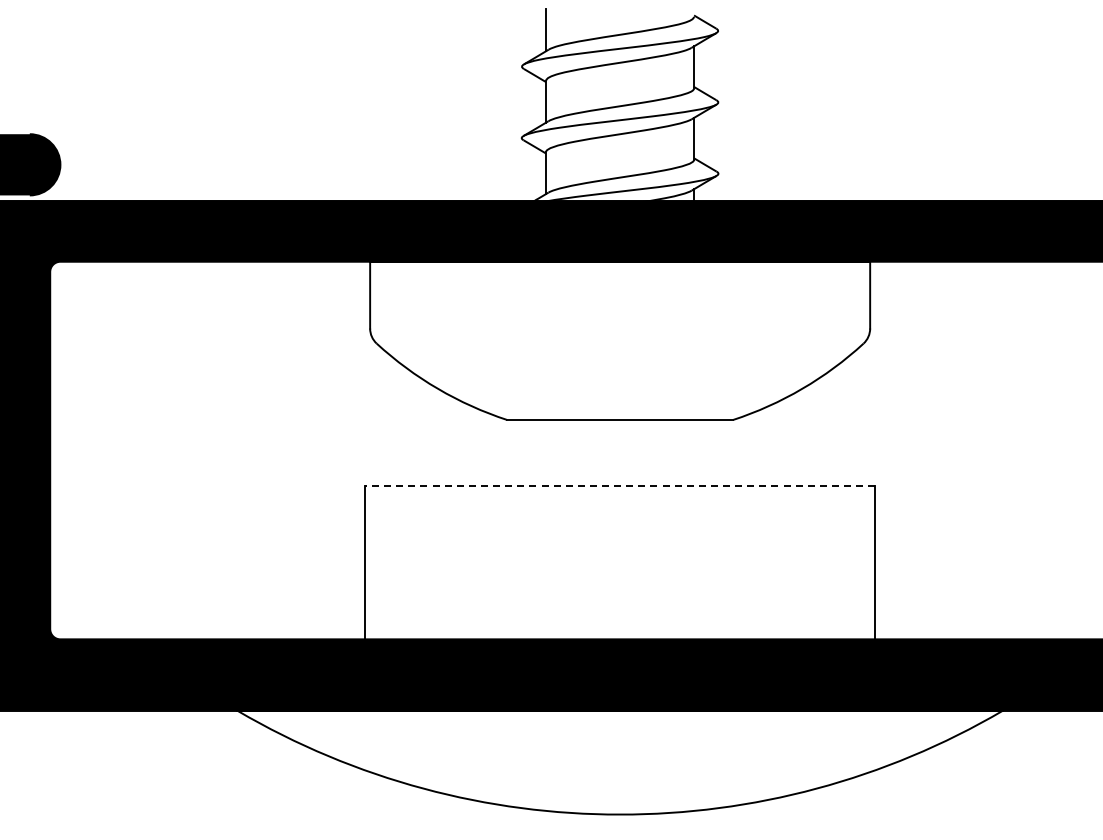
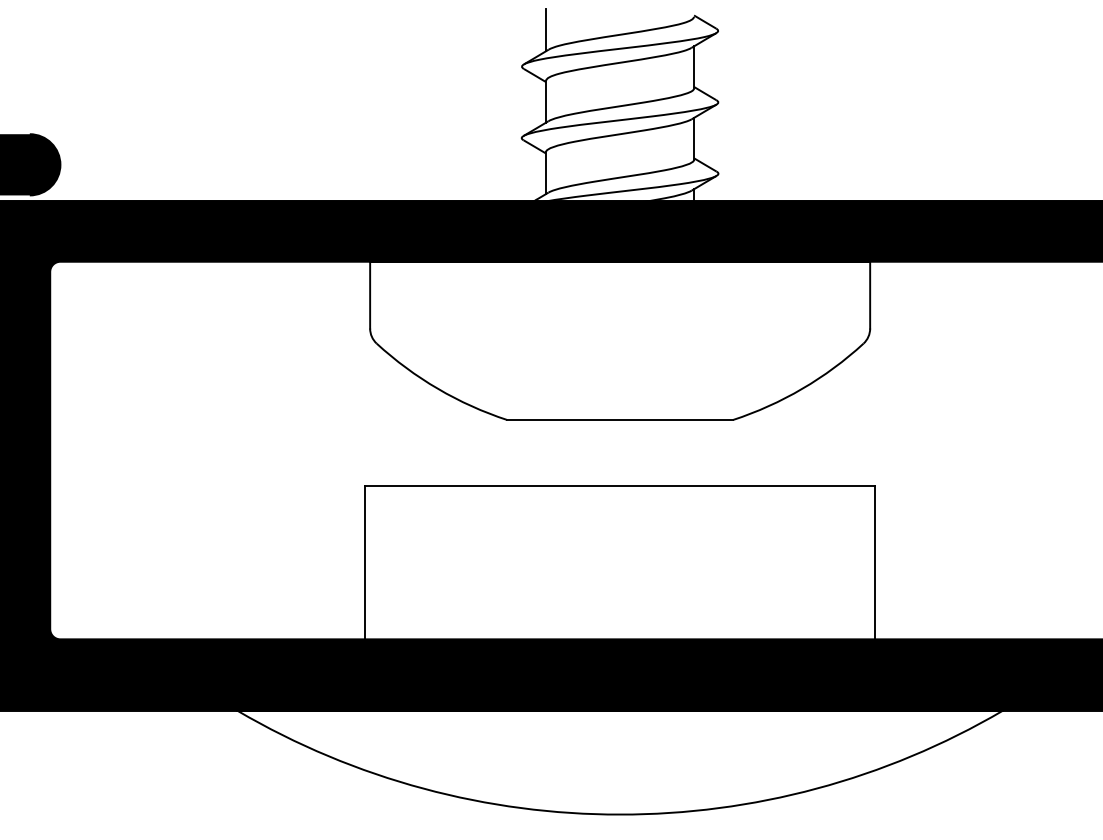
line at (619, 486): dashed -> solid
